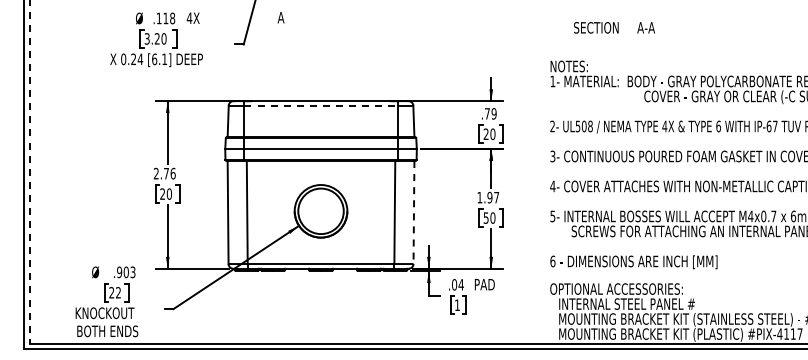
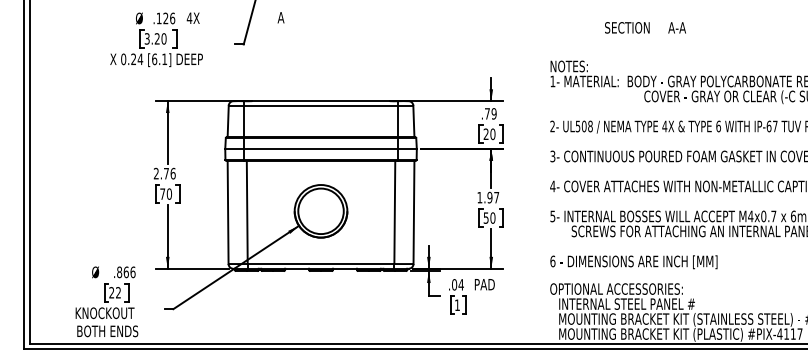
text at (169, 18): .118 -> .126
text at (614, 27) position: (614, 27) -> (645, 27)
line at (321, 105): dashed -> solid
line at (29, 172): dashed -> solid
text at (162, 193): 20 -> 70
line at (413, 212): dashed -> solid
text at (126, 272): .903 -> .866
